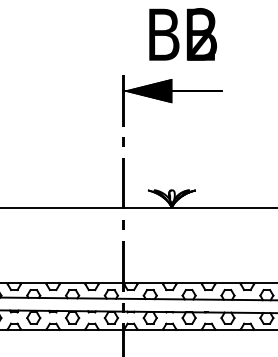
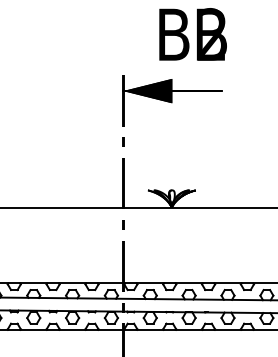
text at (182, 34) position: (182, 34) -> (192, 34)
